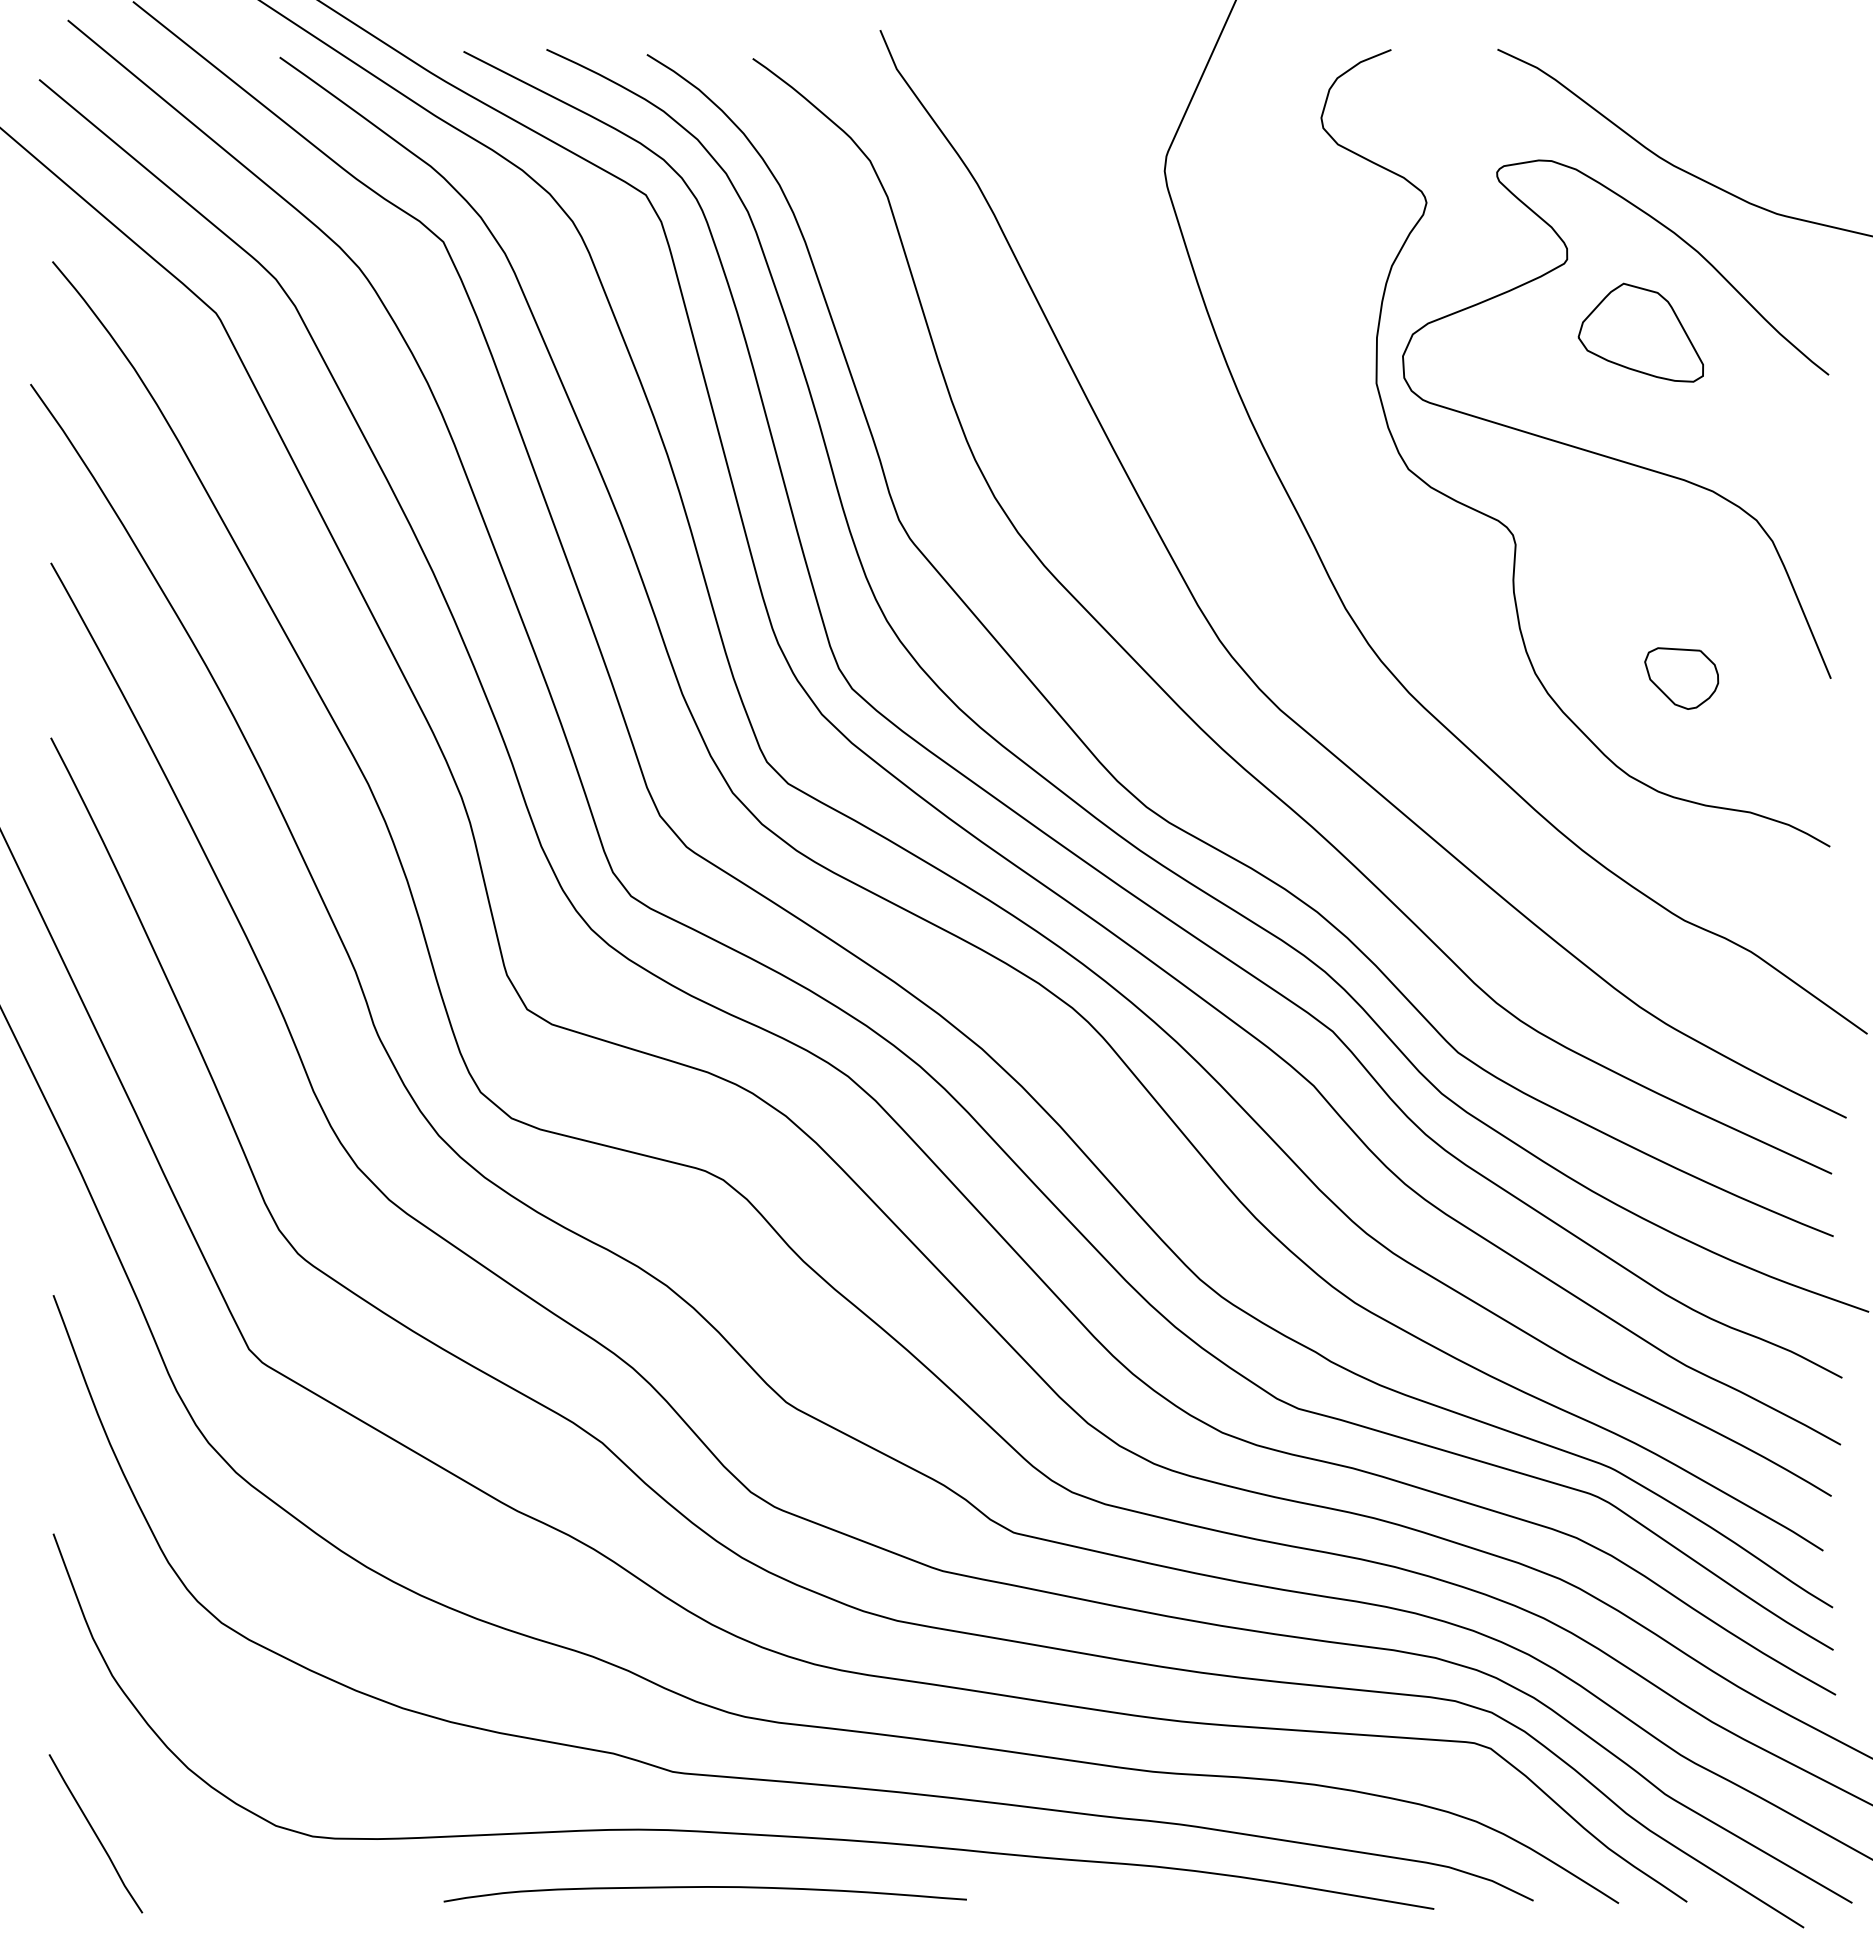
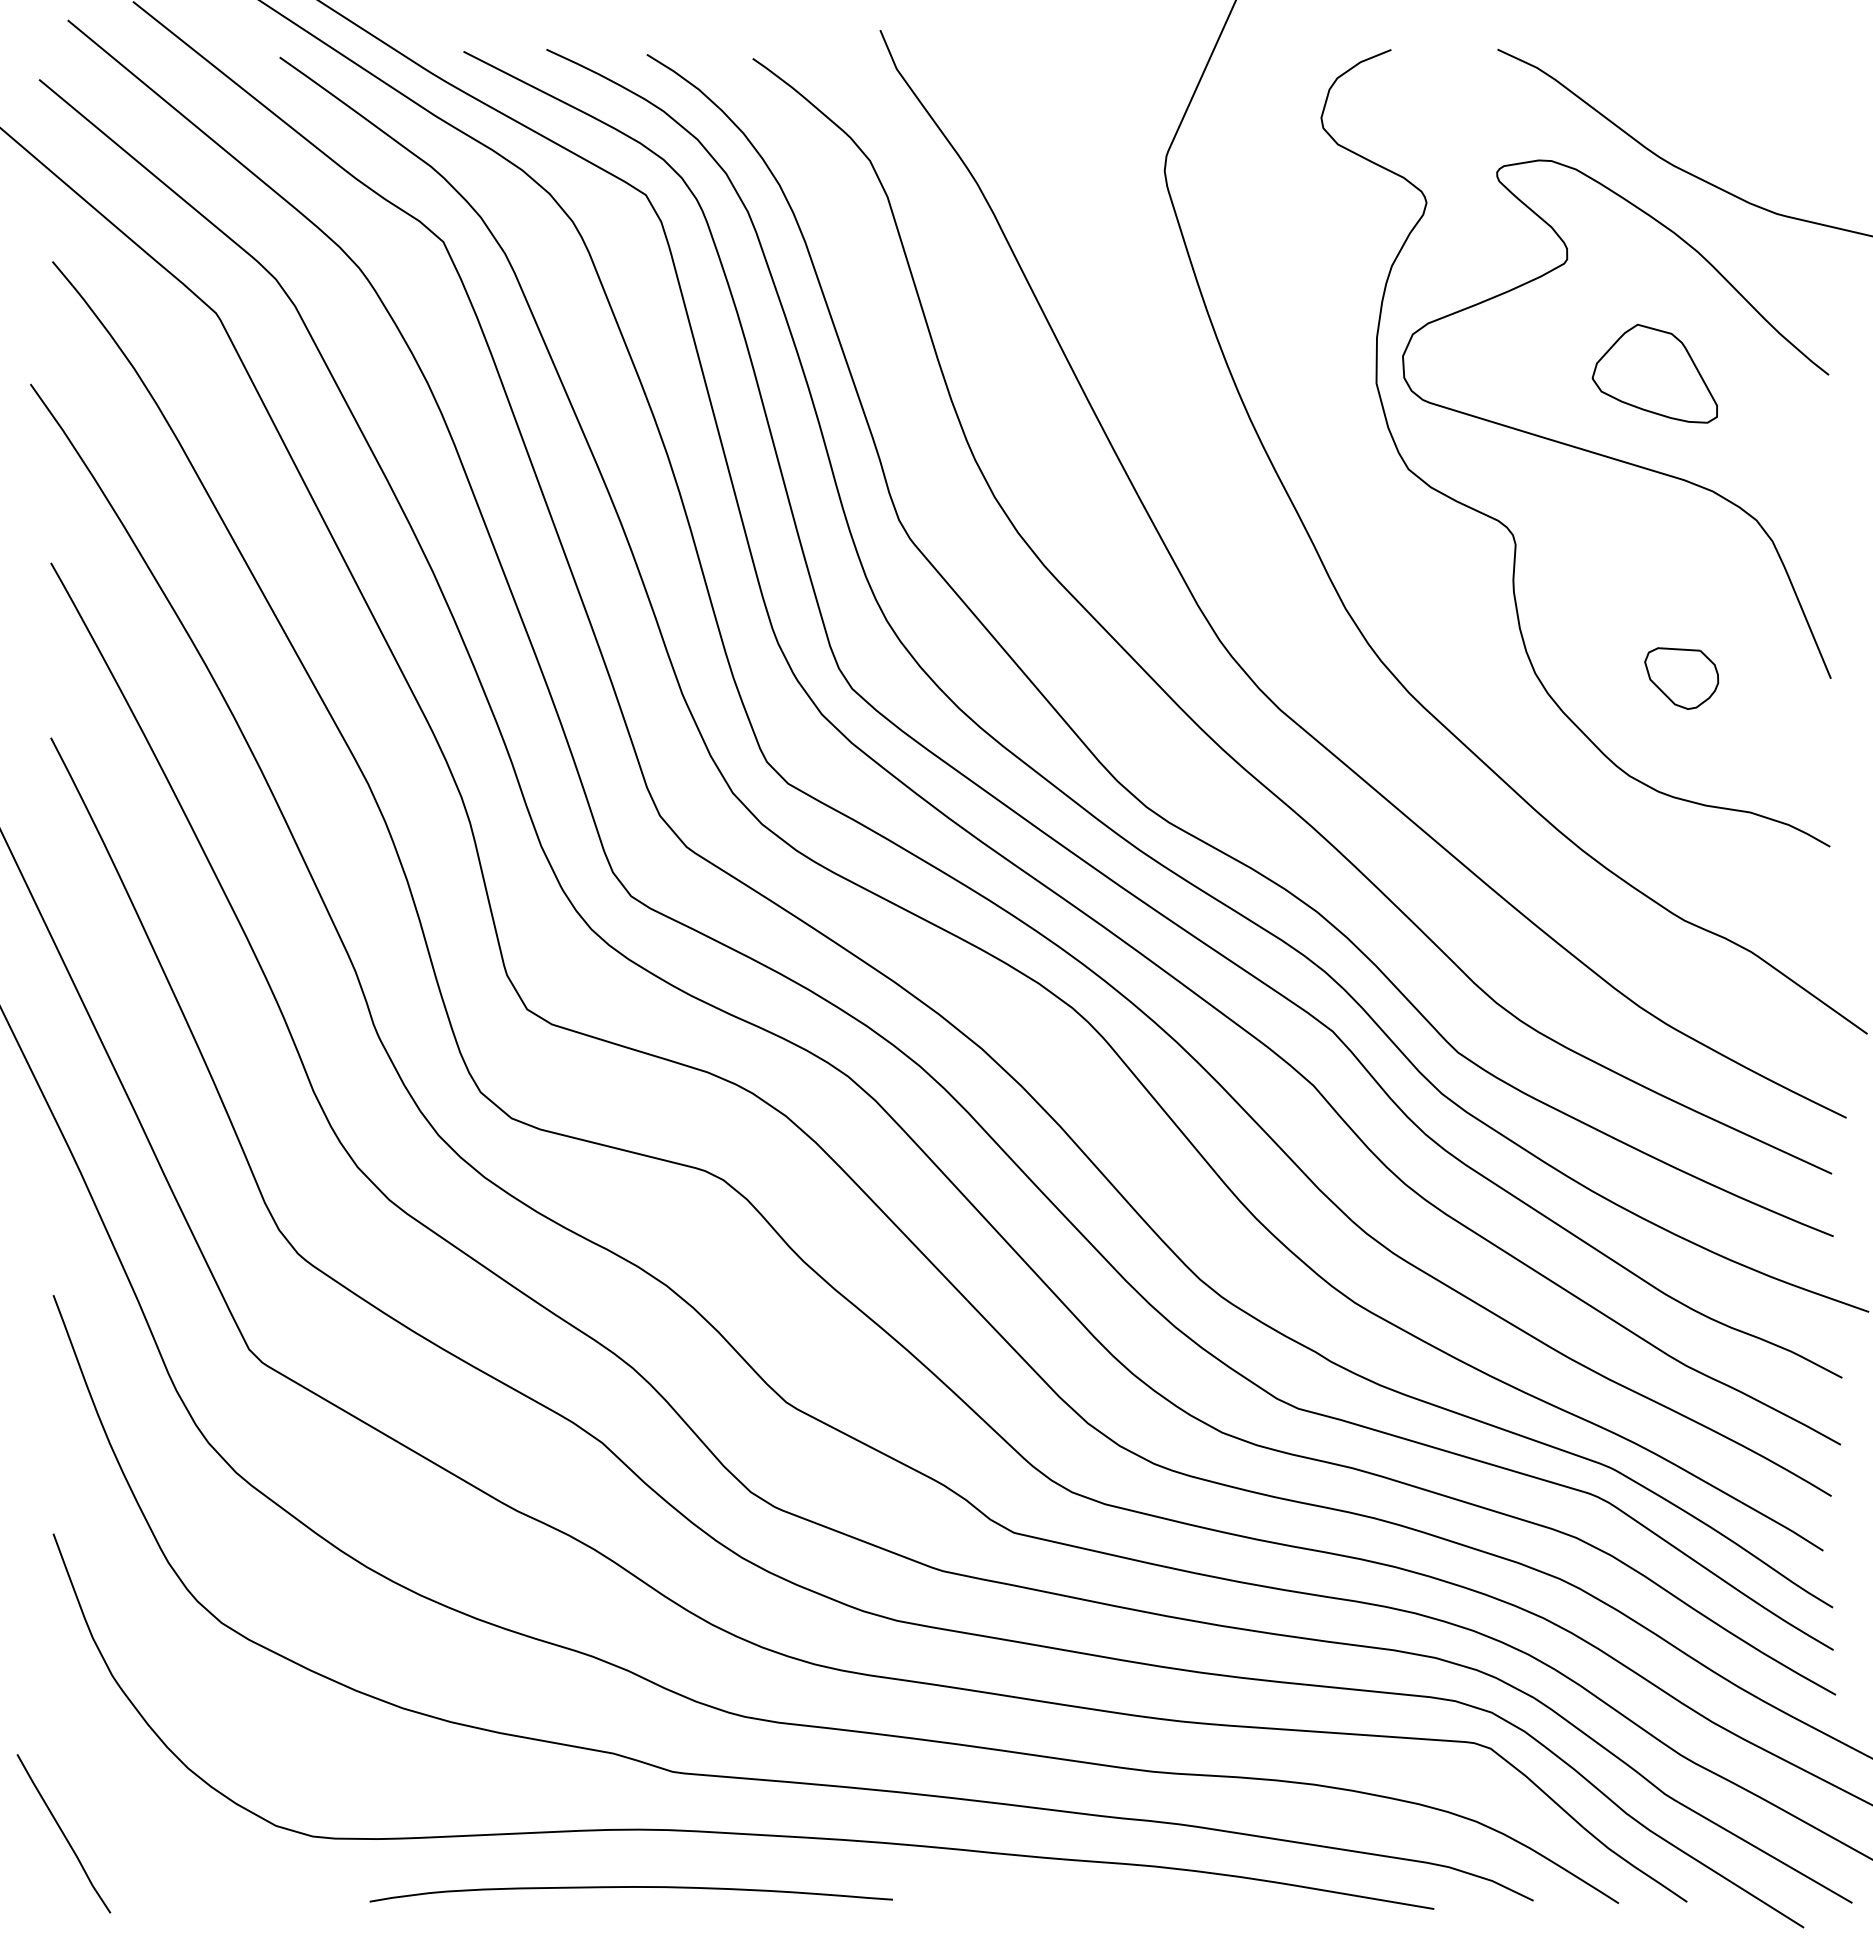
part at (1640, 332) position: (1640, 332) -> (1654, 373)
line at (95, 1833) position: (95, 1833) -> (63, 1833)
curve at (704, 1887) position: (704, 1887) -> (630, 1887)
